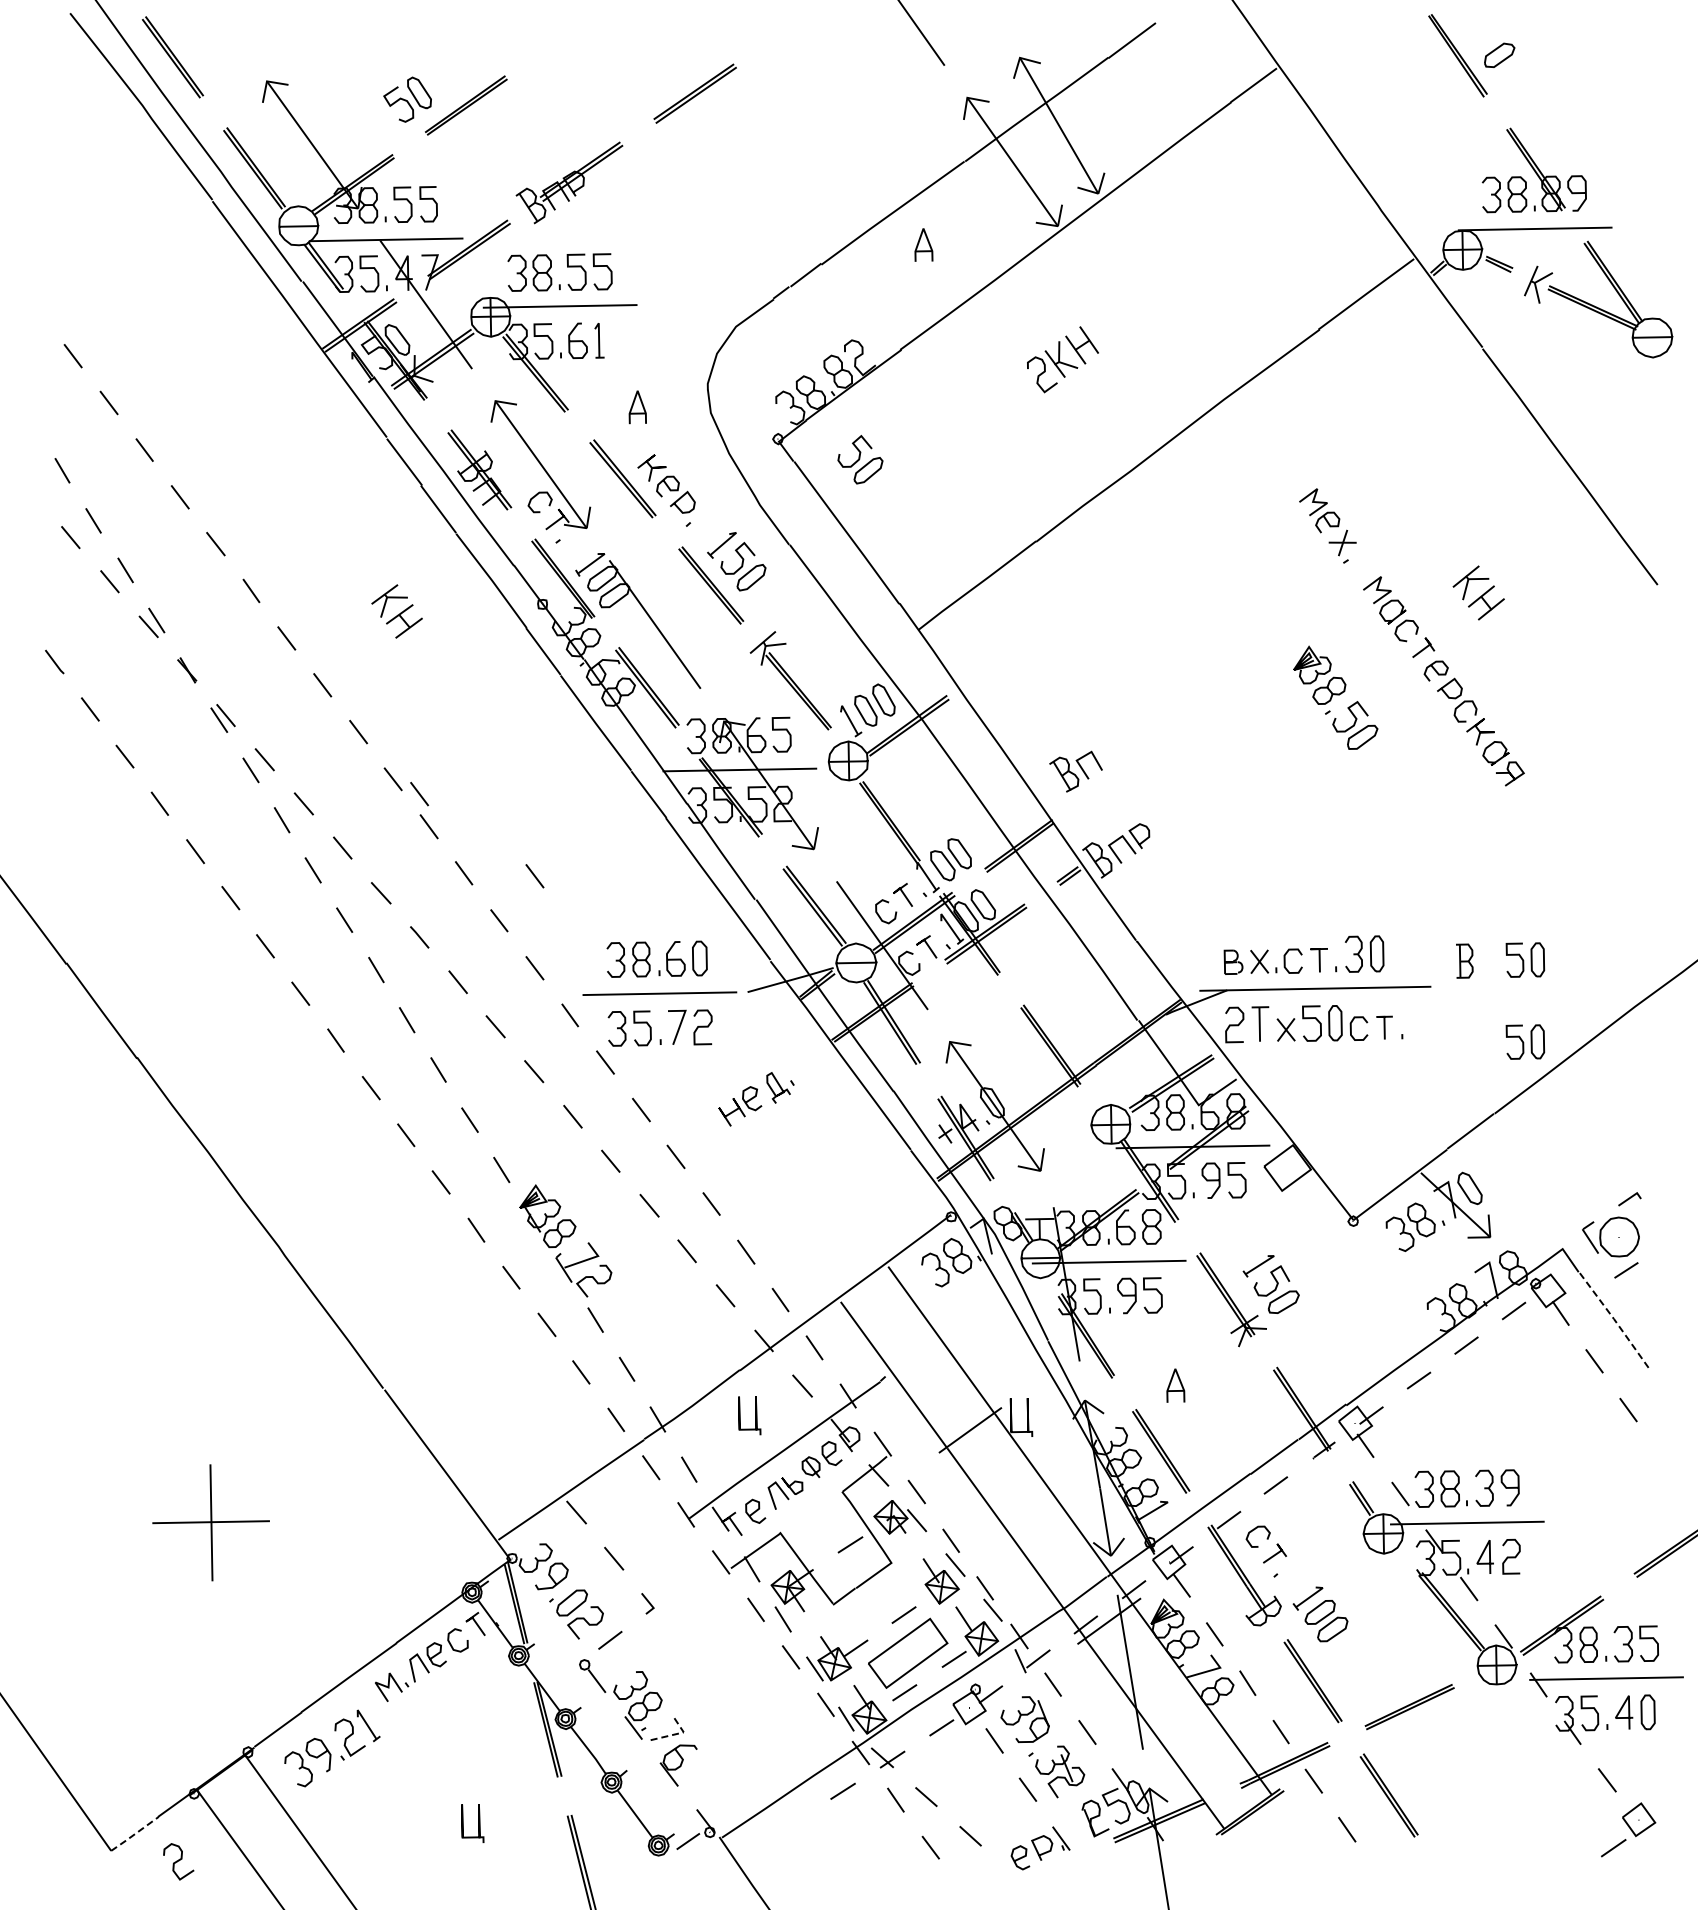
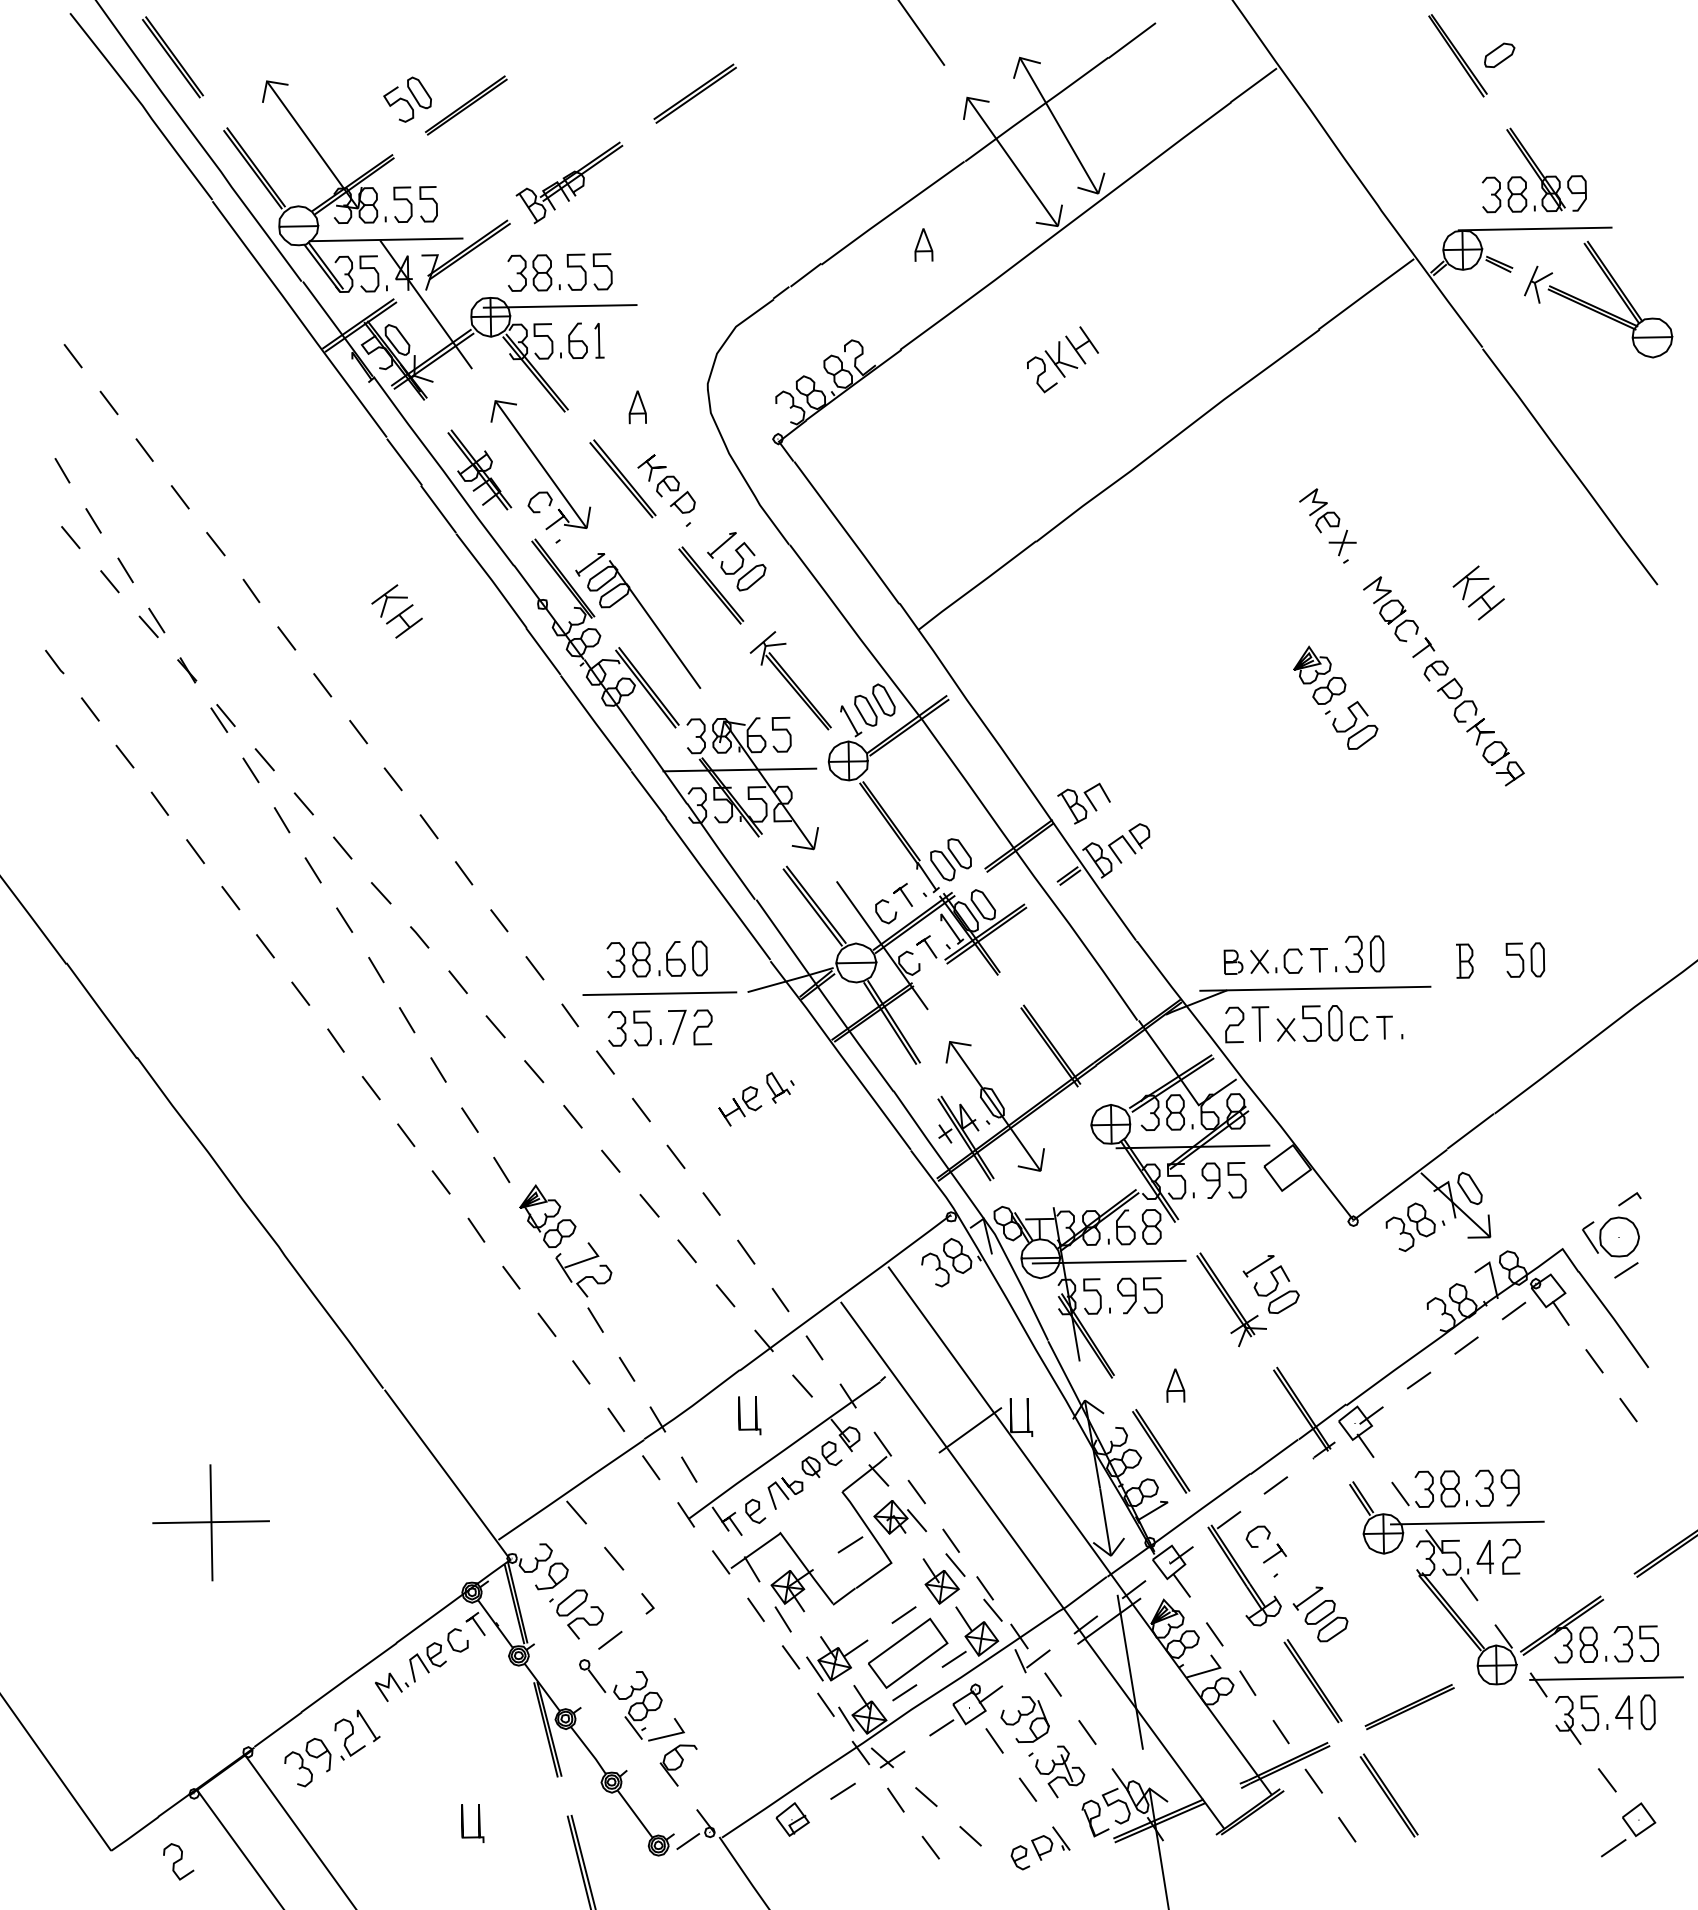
part at (860, 459): present -> none
part at (1075, 771) position: (1075, 771) -> (1083, 803)
line at (419, 794): present -> none
line at (534, 876): present -> none
part at (1525, 1041): present -> none
line at (1613, 1319): dashed -> solid
line at (674, 1734): dashed -> solid
part at (792, 1819): none -> present
line at (134, 1834): dashed -> solid
